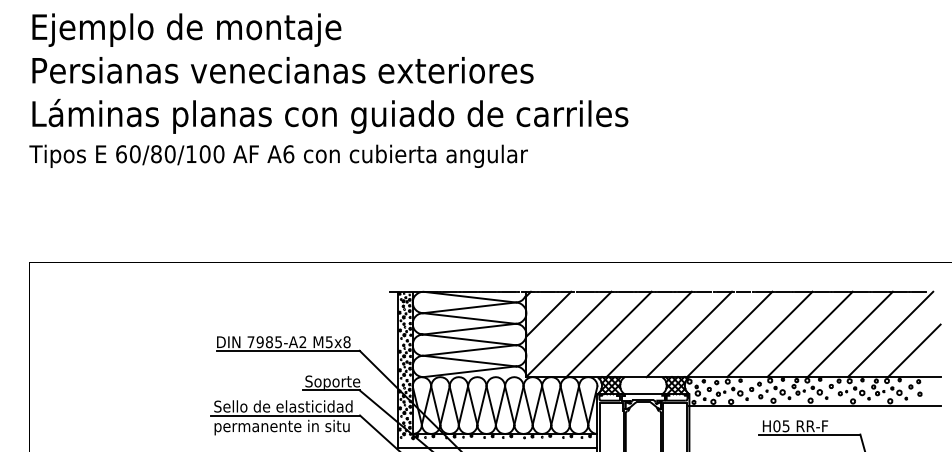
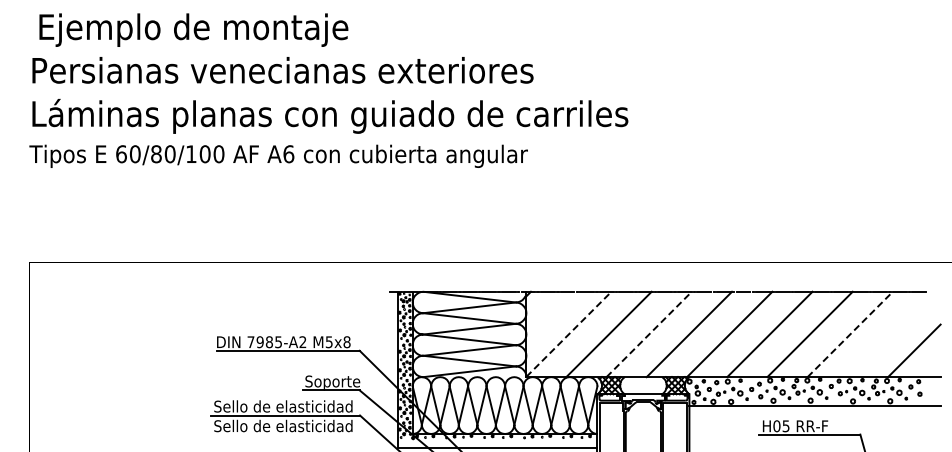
text at (186, 29) position: (186, 29) -> (193, 29)
line at (548, 313): present -> none
line at (569, 333): solid -> dashed
line at (649, 334): solid -> dashed
line at (850, 334): solid -> dashed
line at (890, 334): present -> none
text at (283, 427): permanente in situ -> Sello de elasticidad
